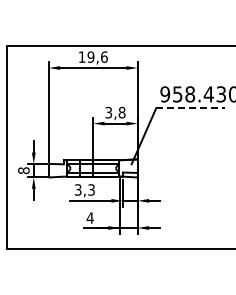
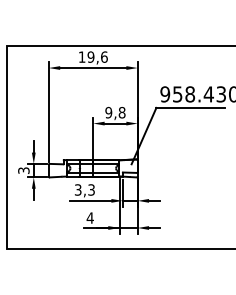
line at (191, 107): dashed -> solid
text at (108, 112): 3,8 -> 9,8
text at (23, 170): 8 -> 3
